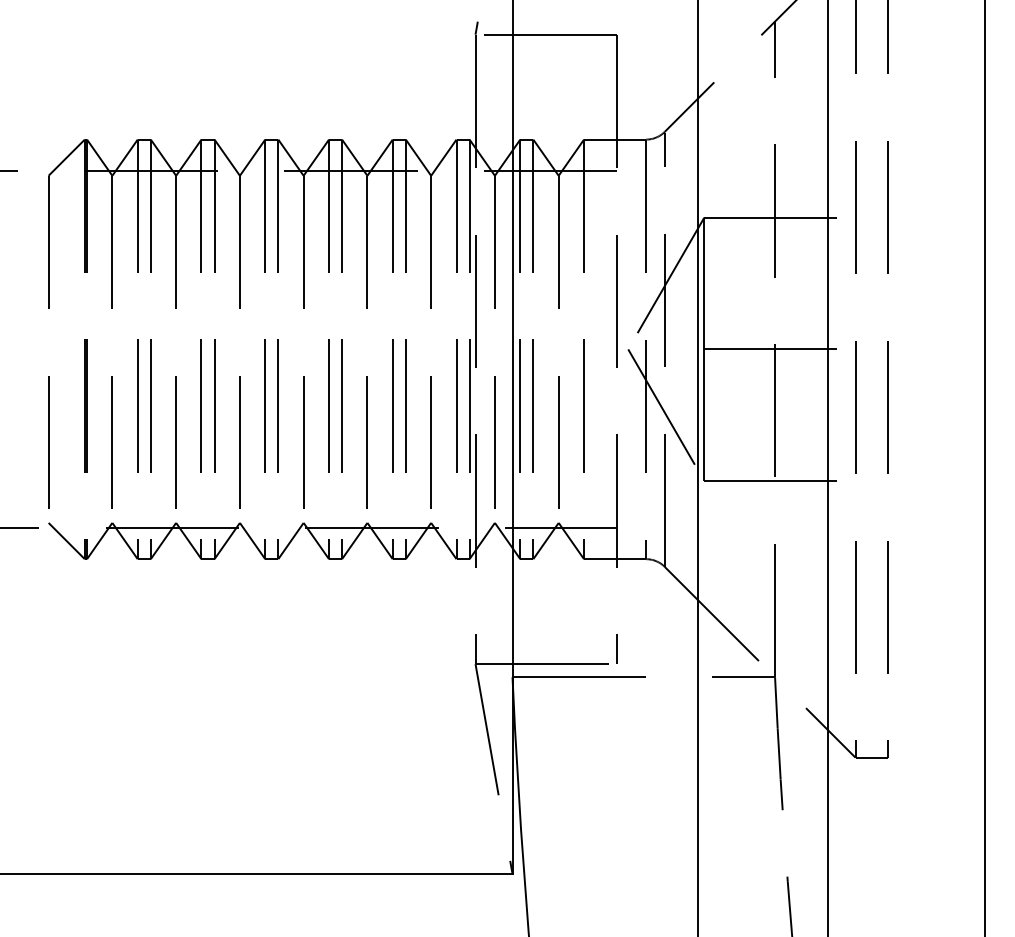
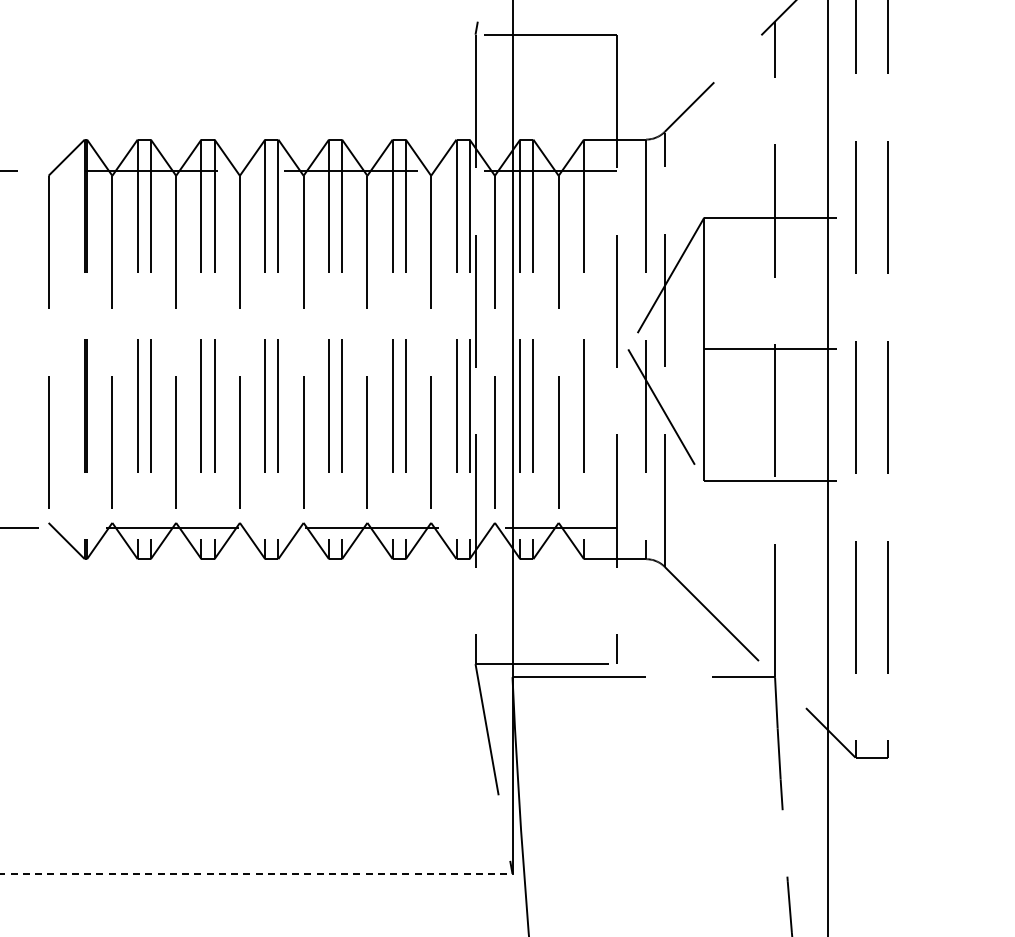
line at (697, 467): present -> none
line at (984, 467): present -> none
line at (256, 873): solid -> dashed
